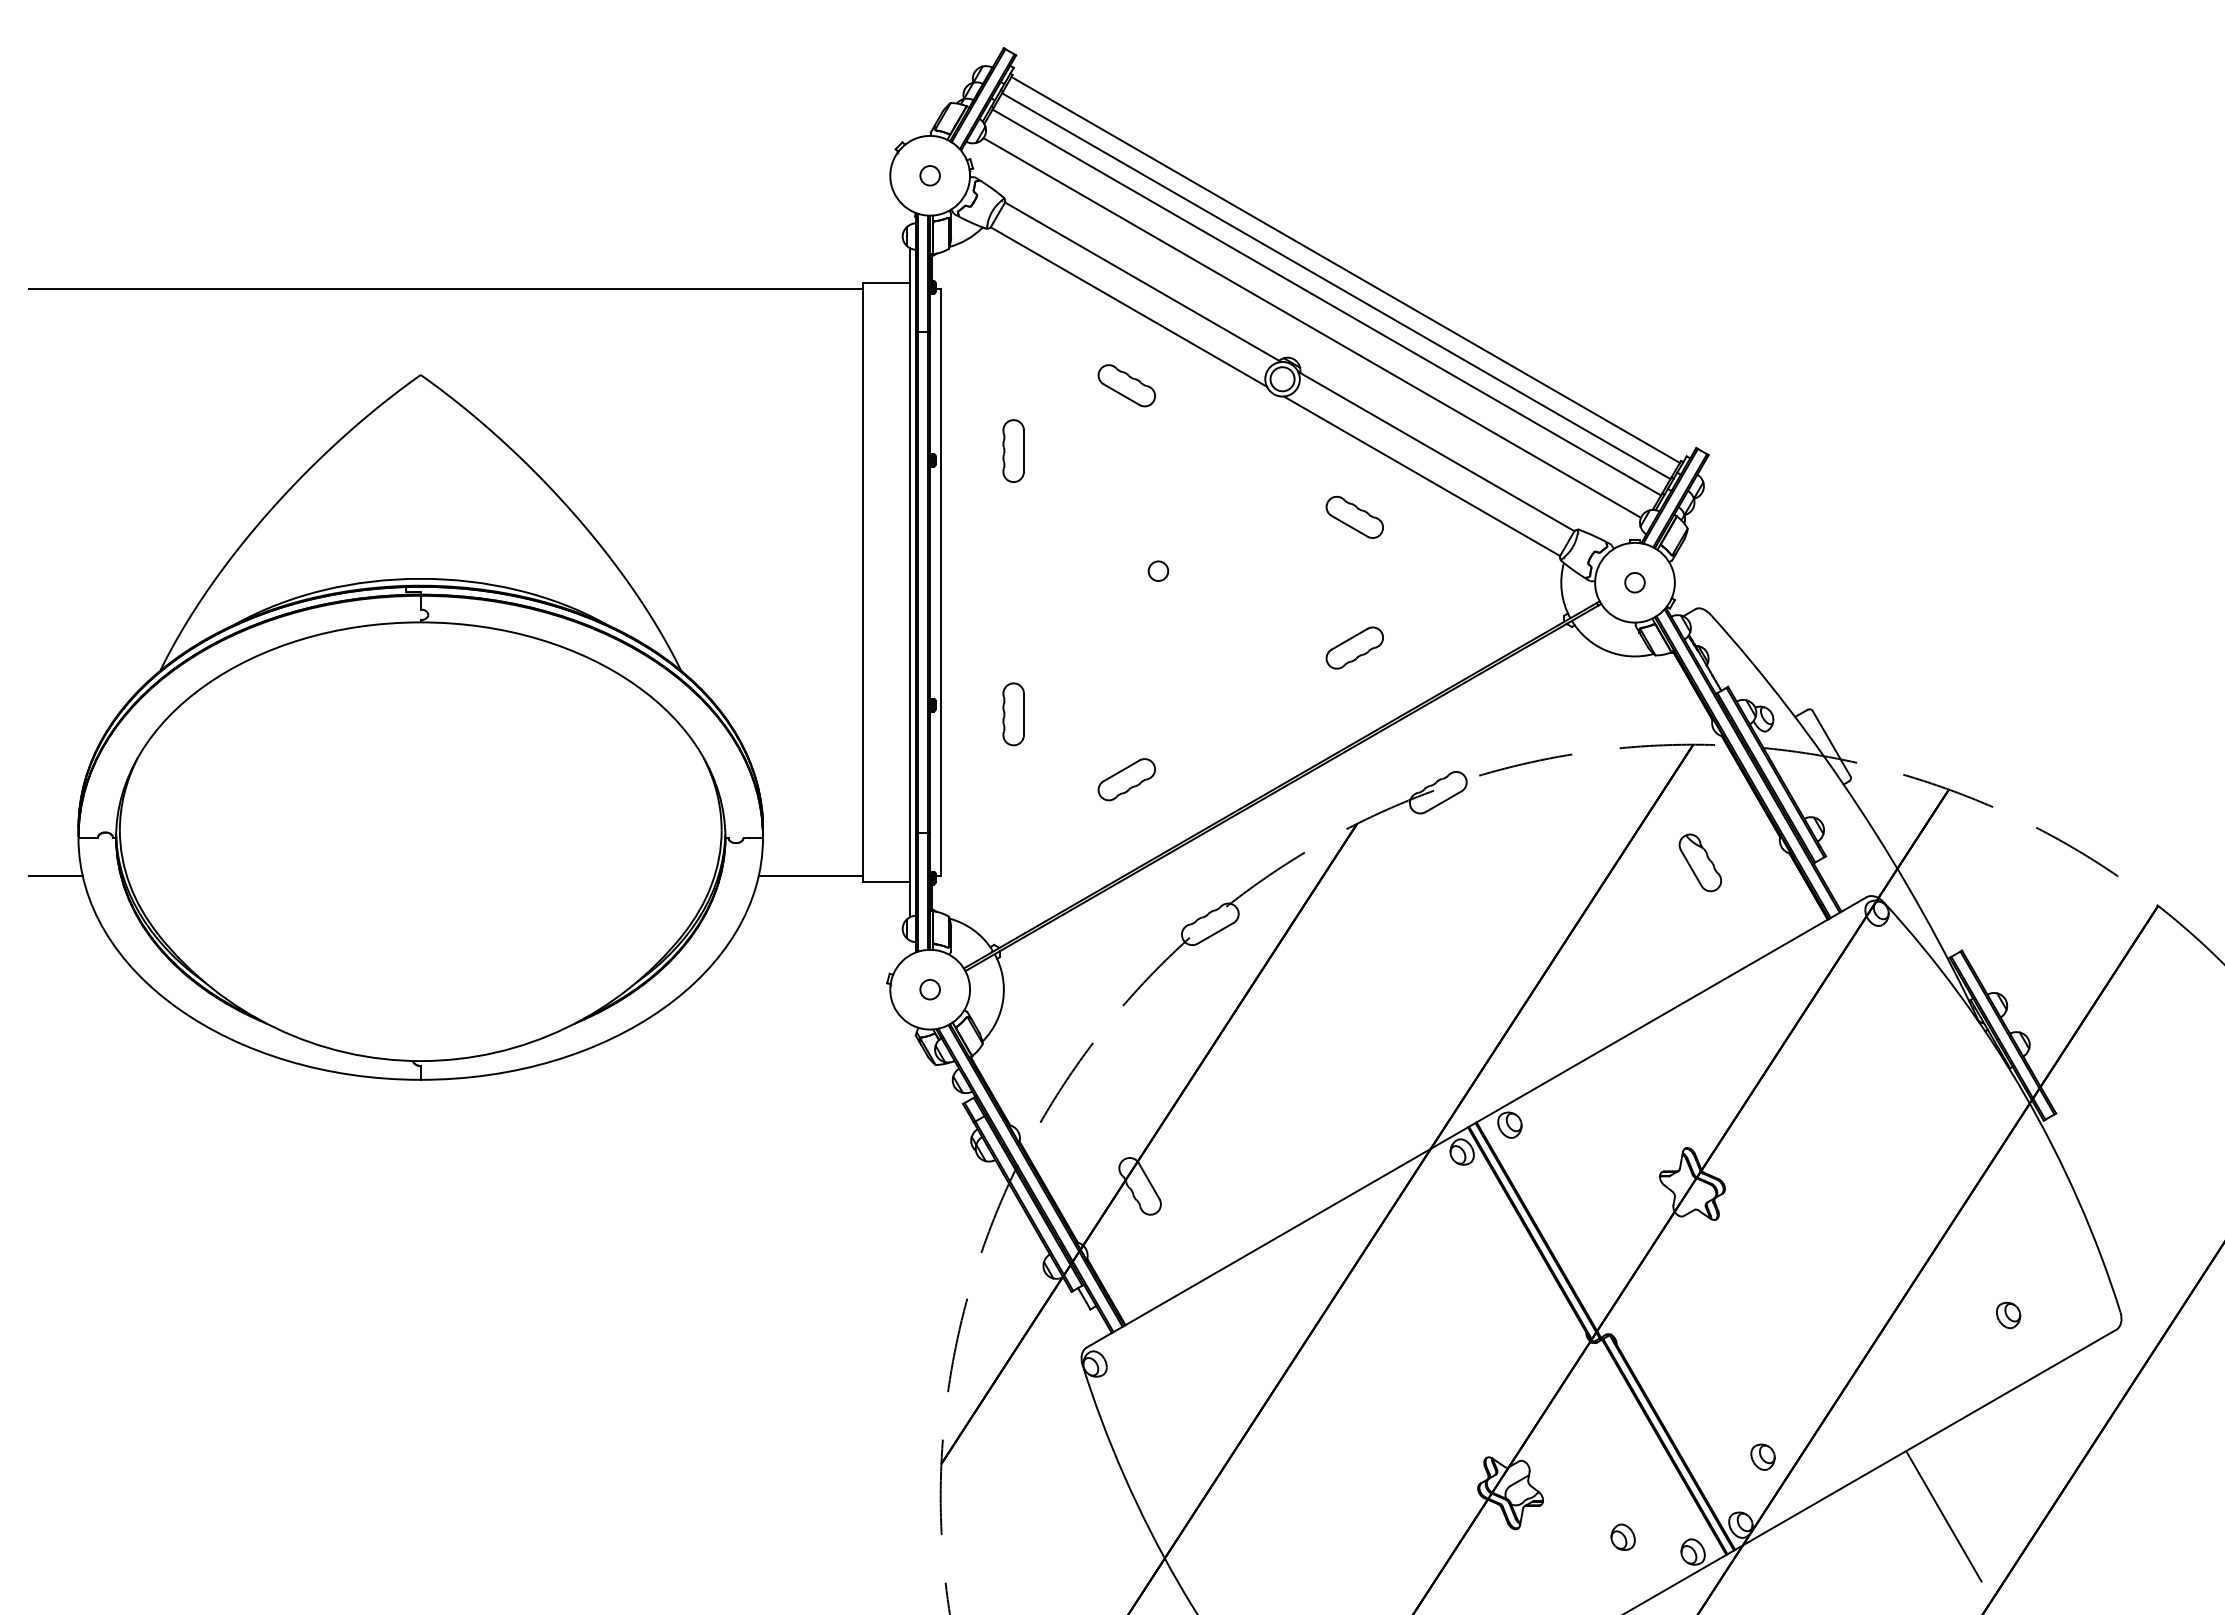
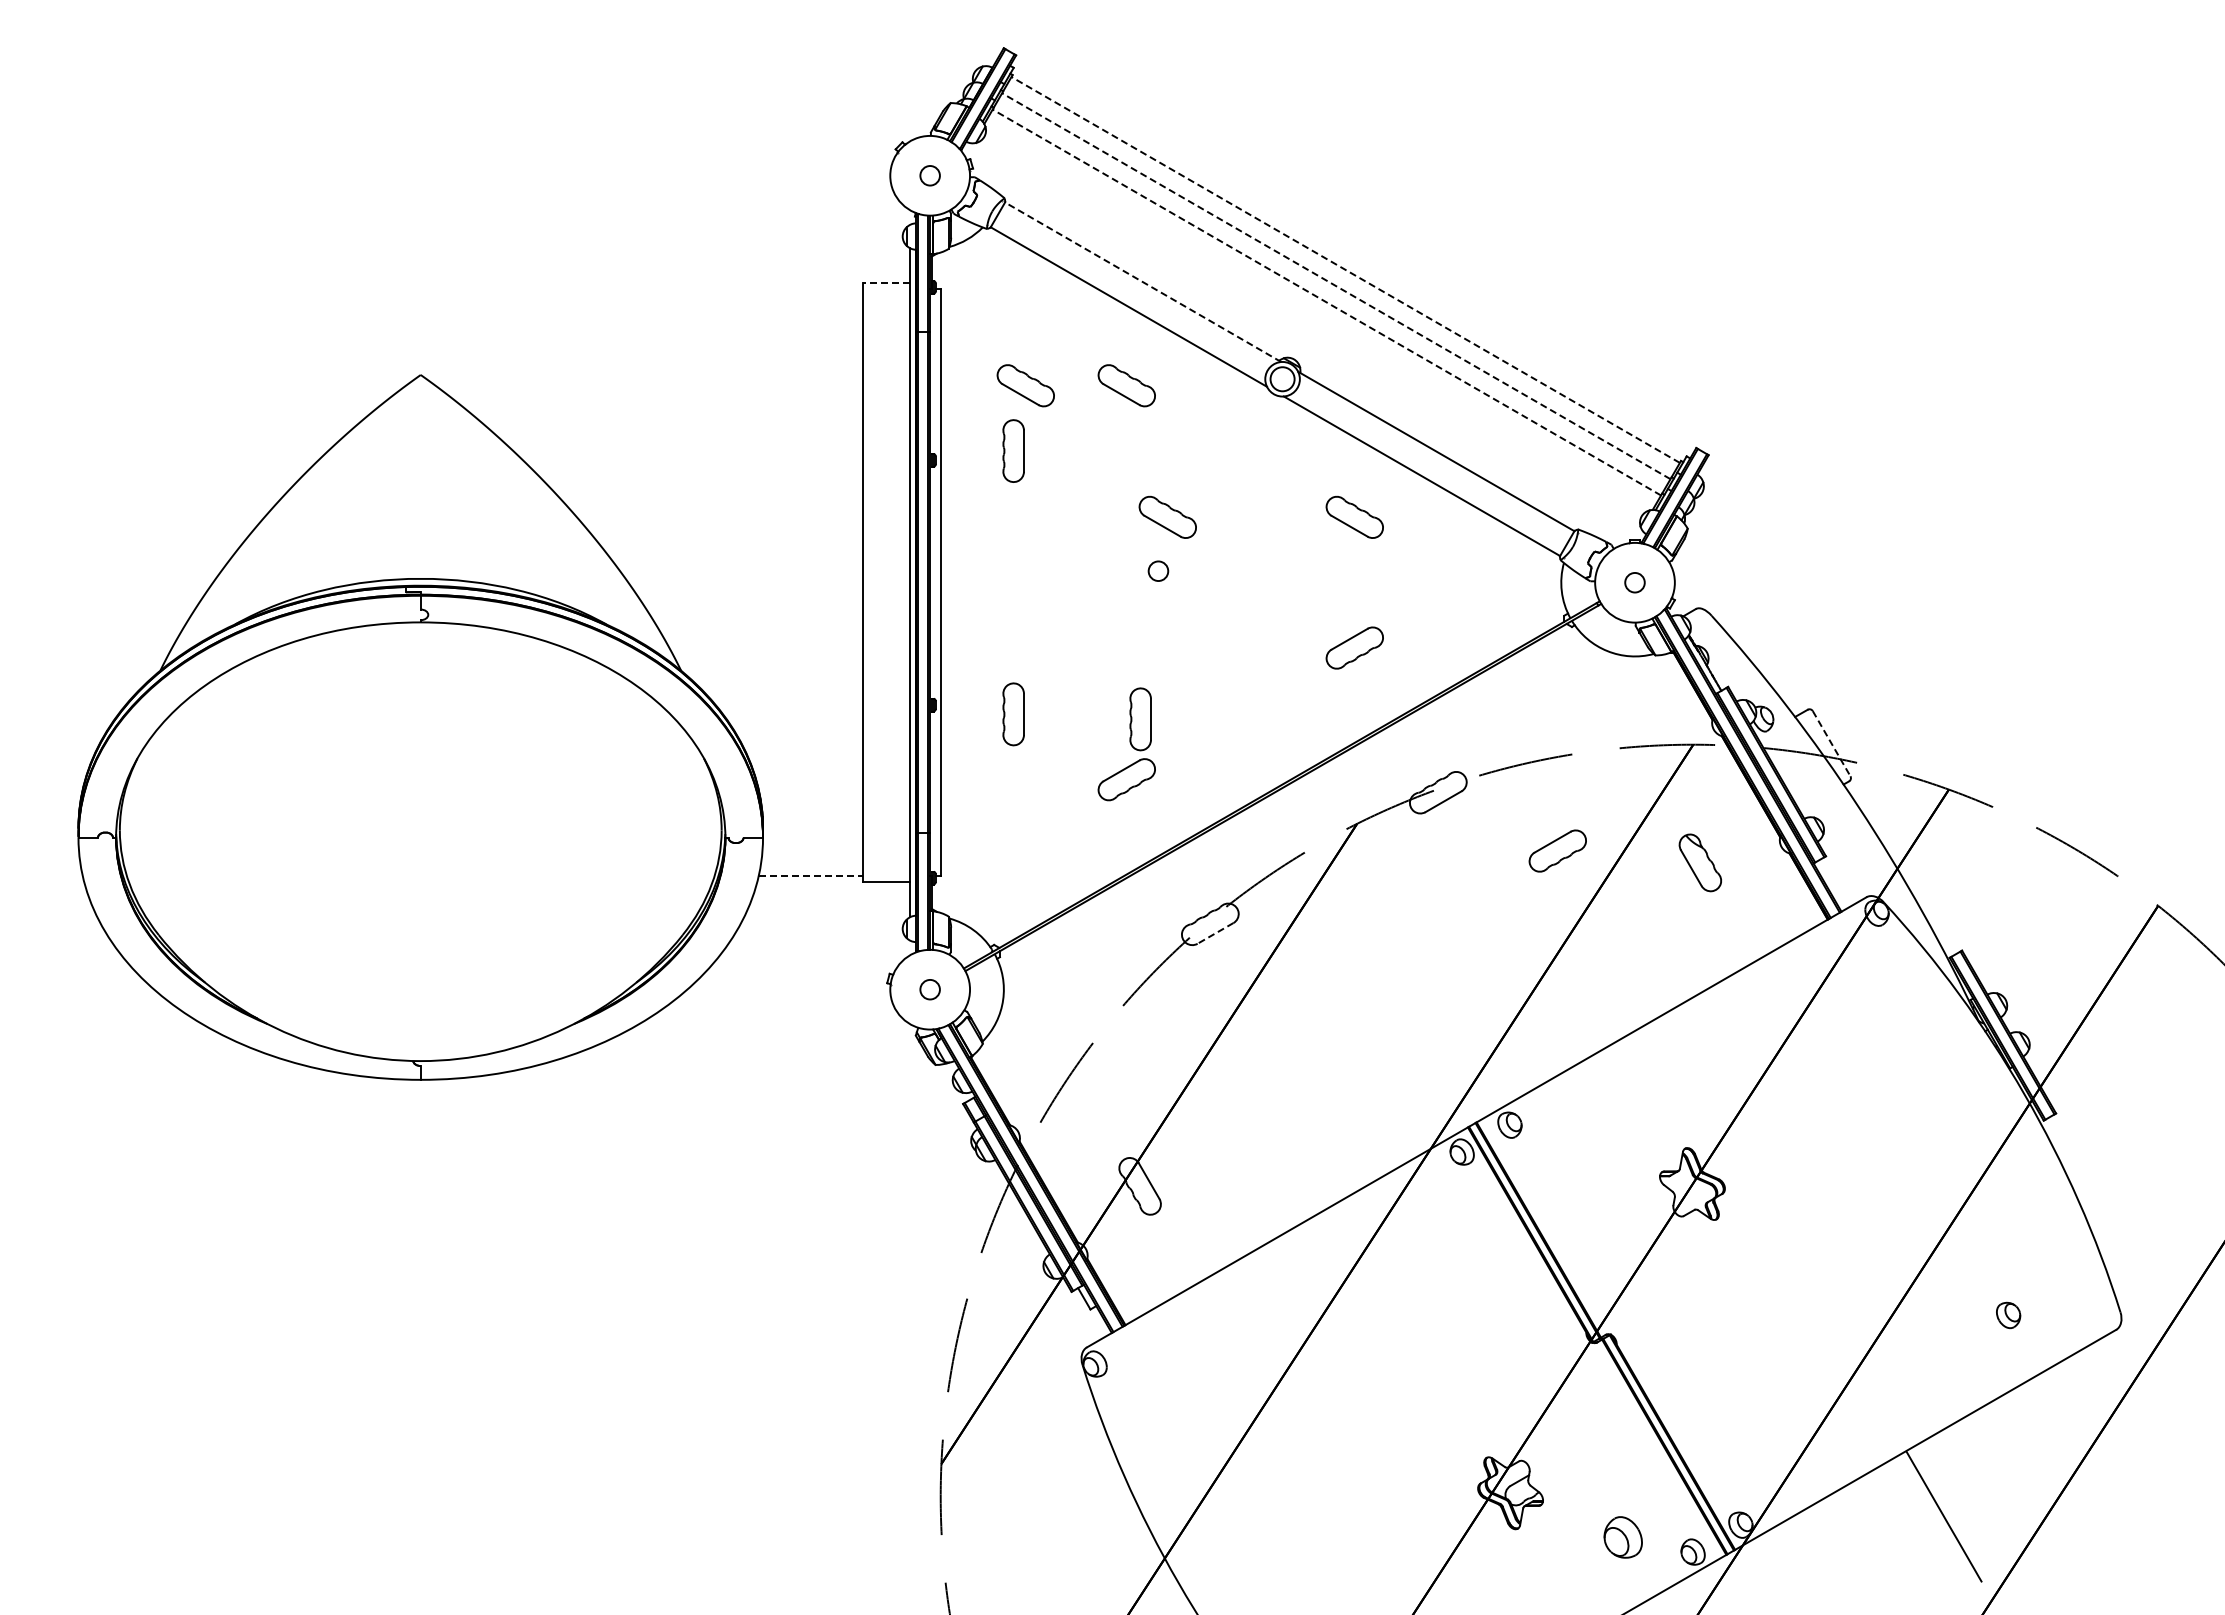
line at (1345, 269): solid -> dashed
line at (1142, 282): solid -> dashed
line at (886, 283): solid -> dashed
line at (1336, 286): solid -> dashed
line at (446, 288): present -> none
line at (1326, 302): solid -> dashed
line at (1311, 327): present -> none
part at (1025, 385): none -> present
part at (1167, 516): none -> present
part at (1140, 719): none -> present
line at (1831, 743): solid -> dashed
part at (1557, 850): none -> present
line at (55, 876): present -> none
line at (811, 876): solid -> dashed
line at (1215, 933): solid -> dashed
part at (1762, 1456): present -> none
part at (1622, 1536) size: 26x28 px -> 40x43 px
